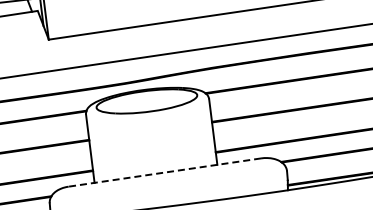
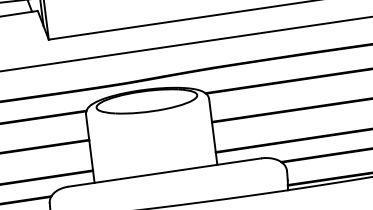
line at (185, 51) position: (185, 51) -> (185, 44)
line at (164, 172): dashed -> solid
